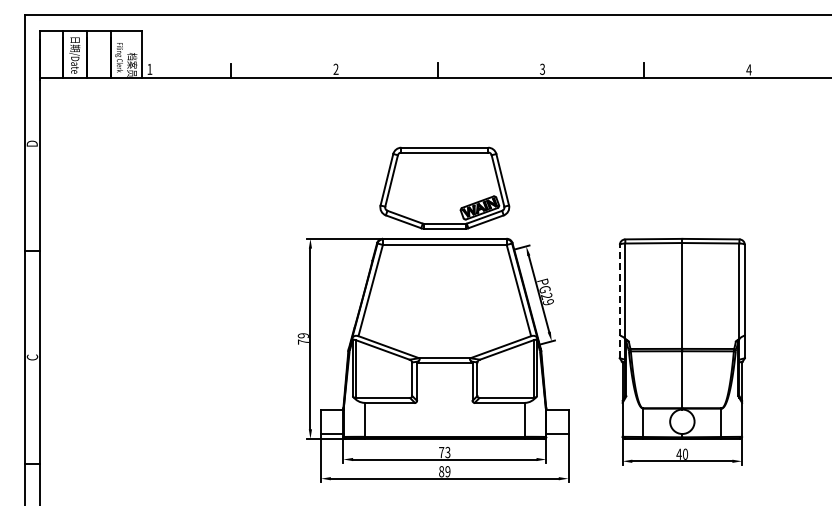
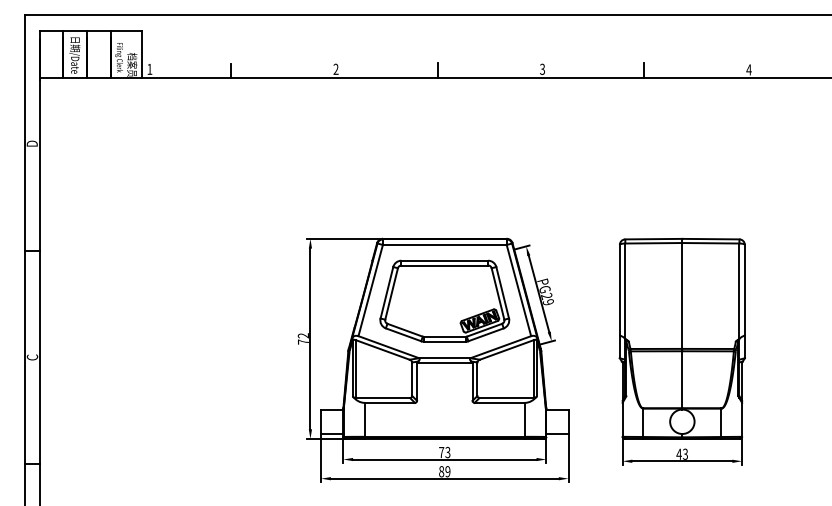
part at (444, 187) position: (444, 187) -> (444, 300)
line at (619, 301): dashed -> solid
text at (303, 335): 79 -> 72
text at (685, 453): 40 -> 43
